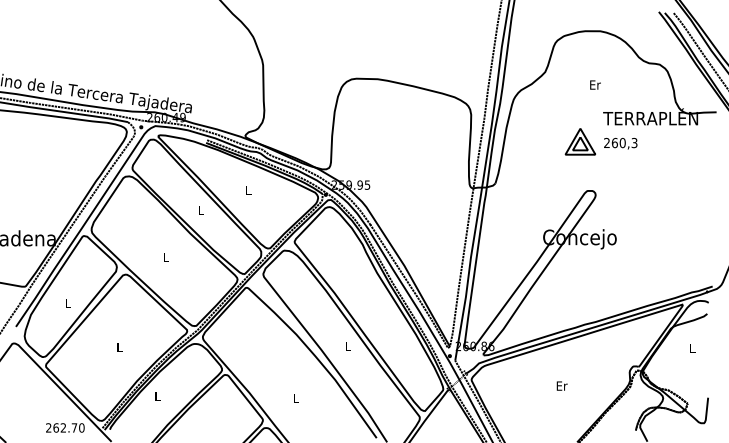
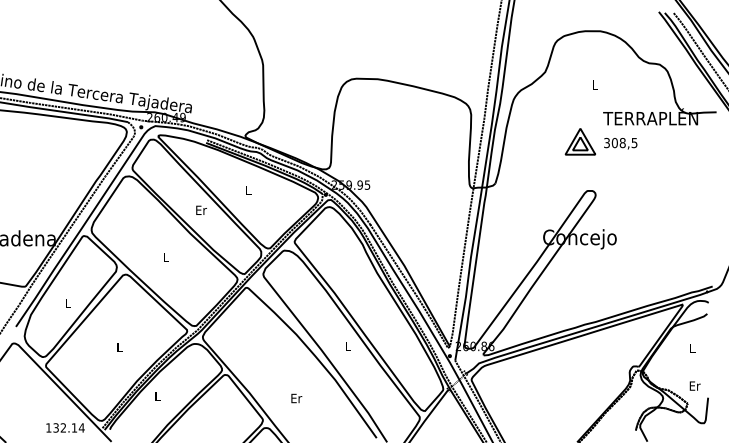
text at (595, 84): Er -> L
text at (620, 142): 260,3 -> 308,5
text at (201, 209): L -> Er
text at (561, 385) position: (561, 385) -> (694, 385)
text at (296, 398): L -> Er
text at (65, 427): 262.70 -> 132.14
